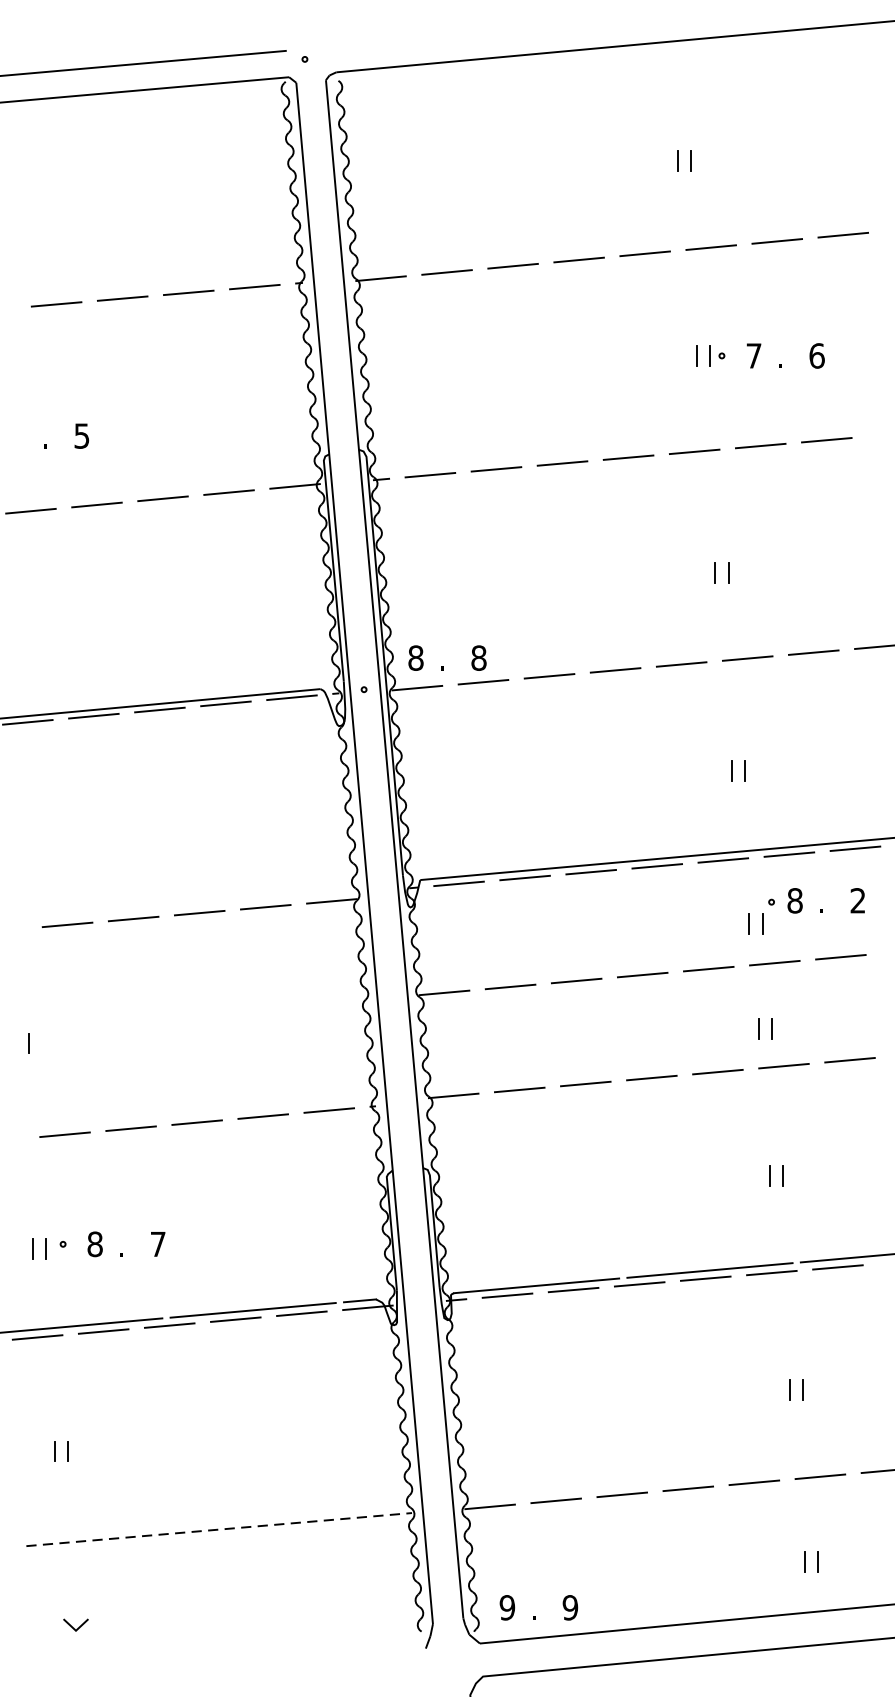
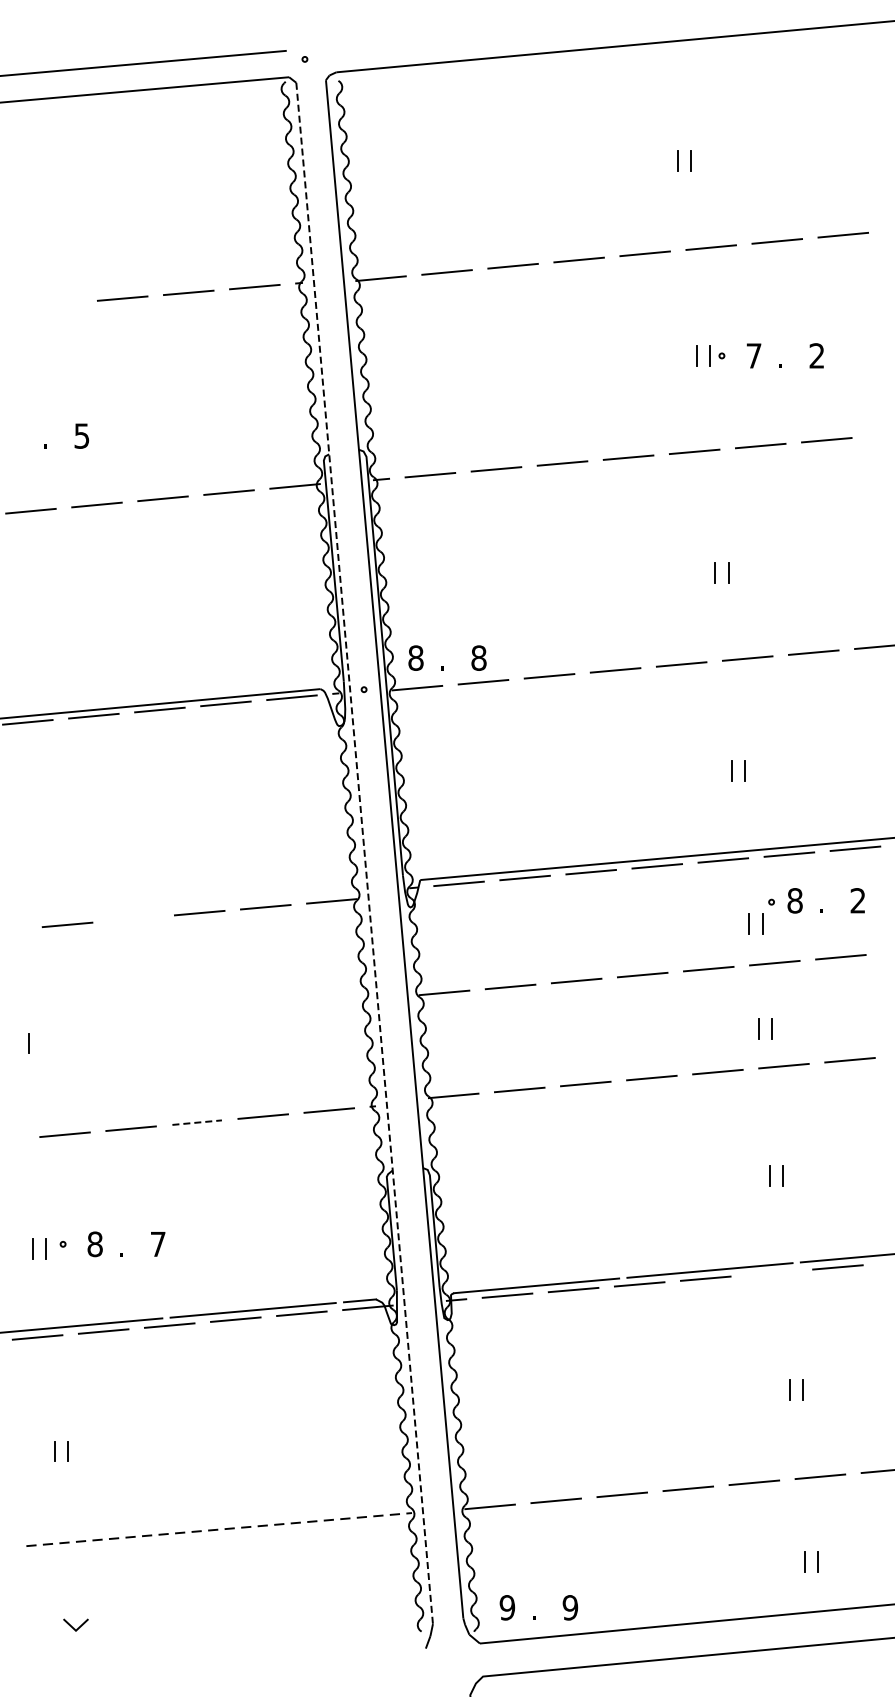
line at (56, 304): present -> none
text at (816, 355): 6 -> 2
line at (364, 853): solid -> dashed
line at (133, 918): present -> none
line at (197, 1122): solid -> dashed
line at (771, 1272): present -> none
